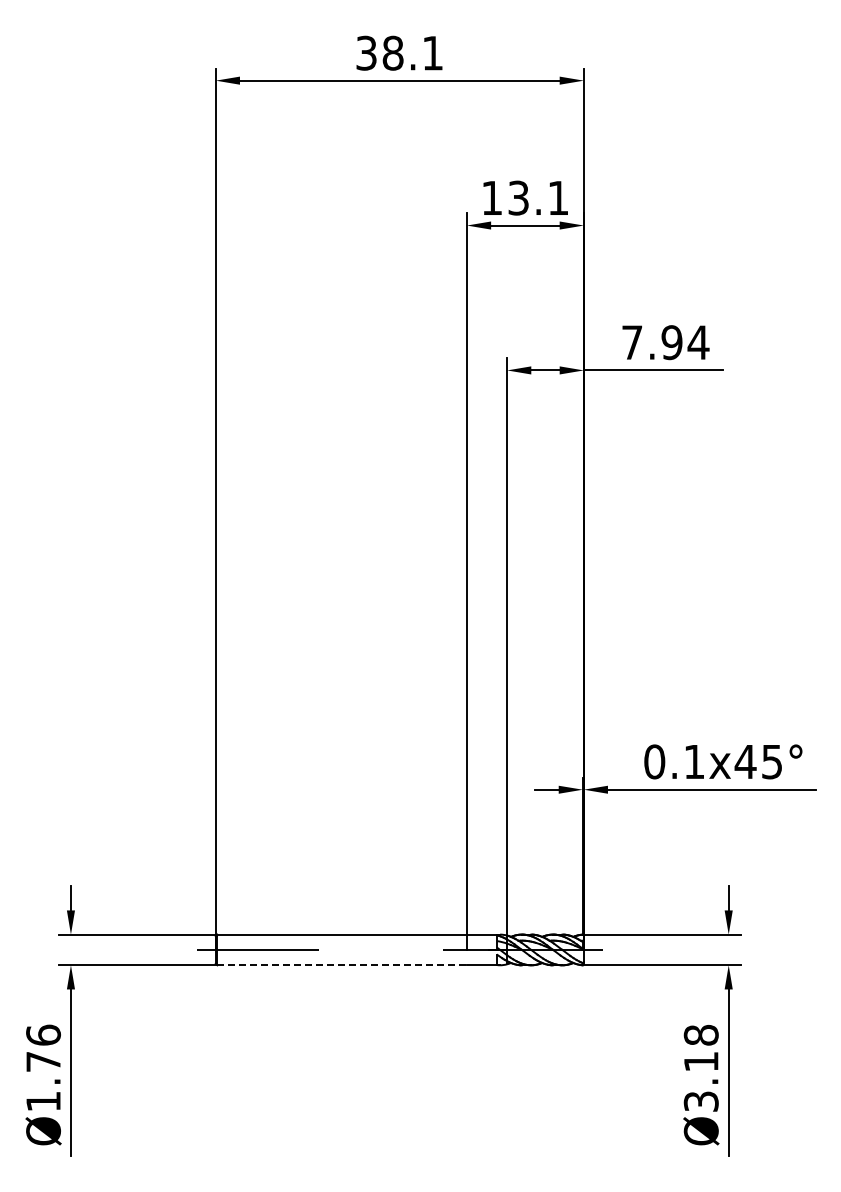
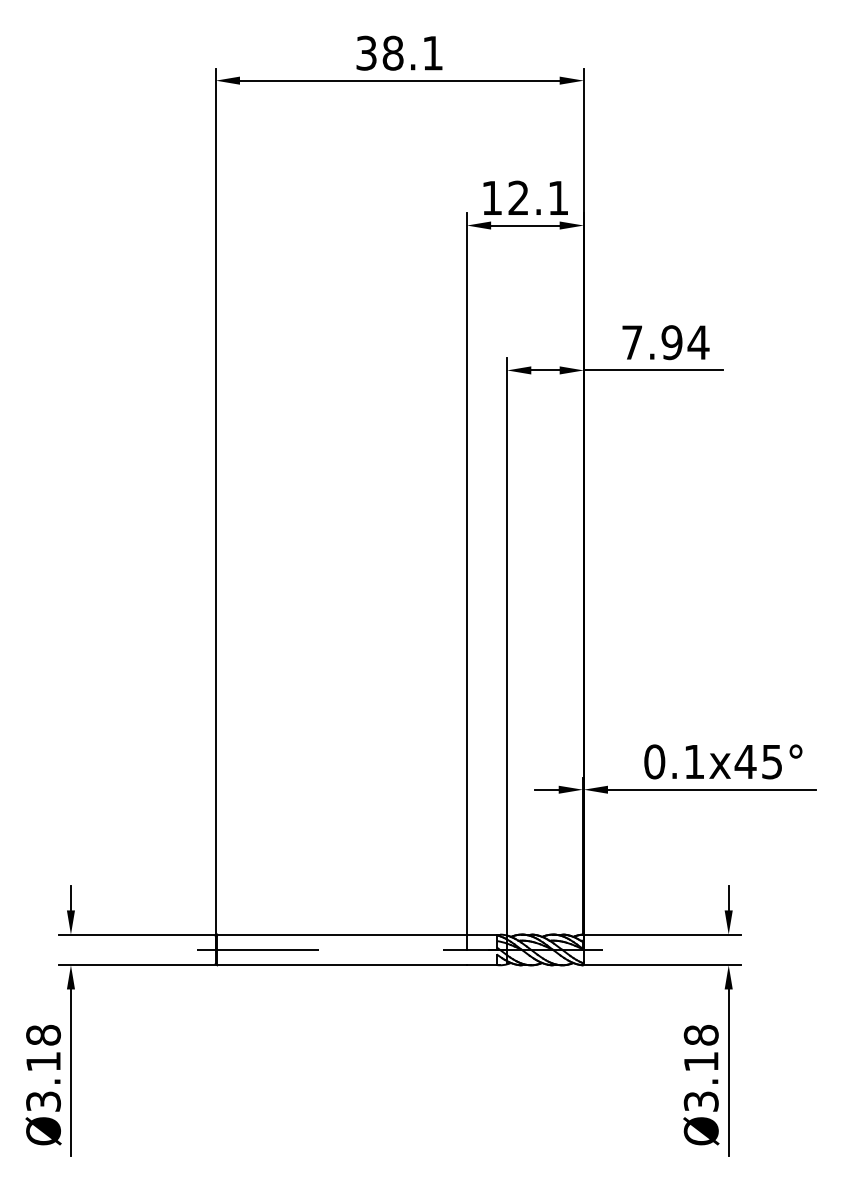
text at (518, 198): 13.1 -> 12.1
line at (342, 965): dashed -> solid
text at (43, 1067): Ø1.76 -> Ø3.18
